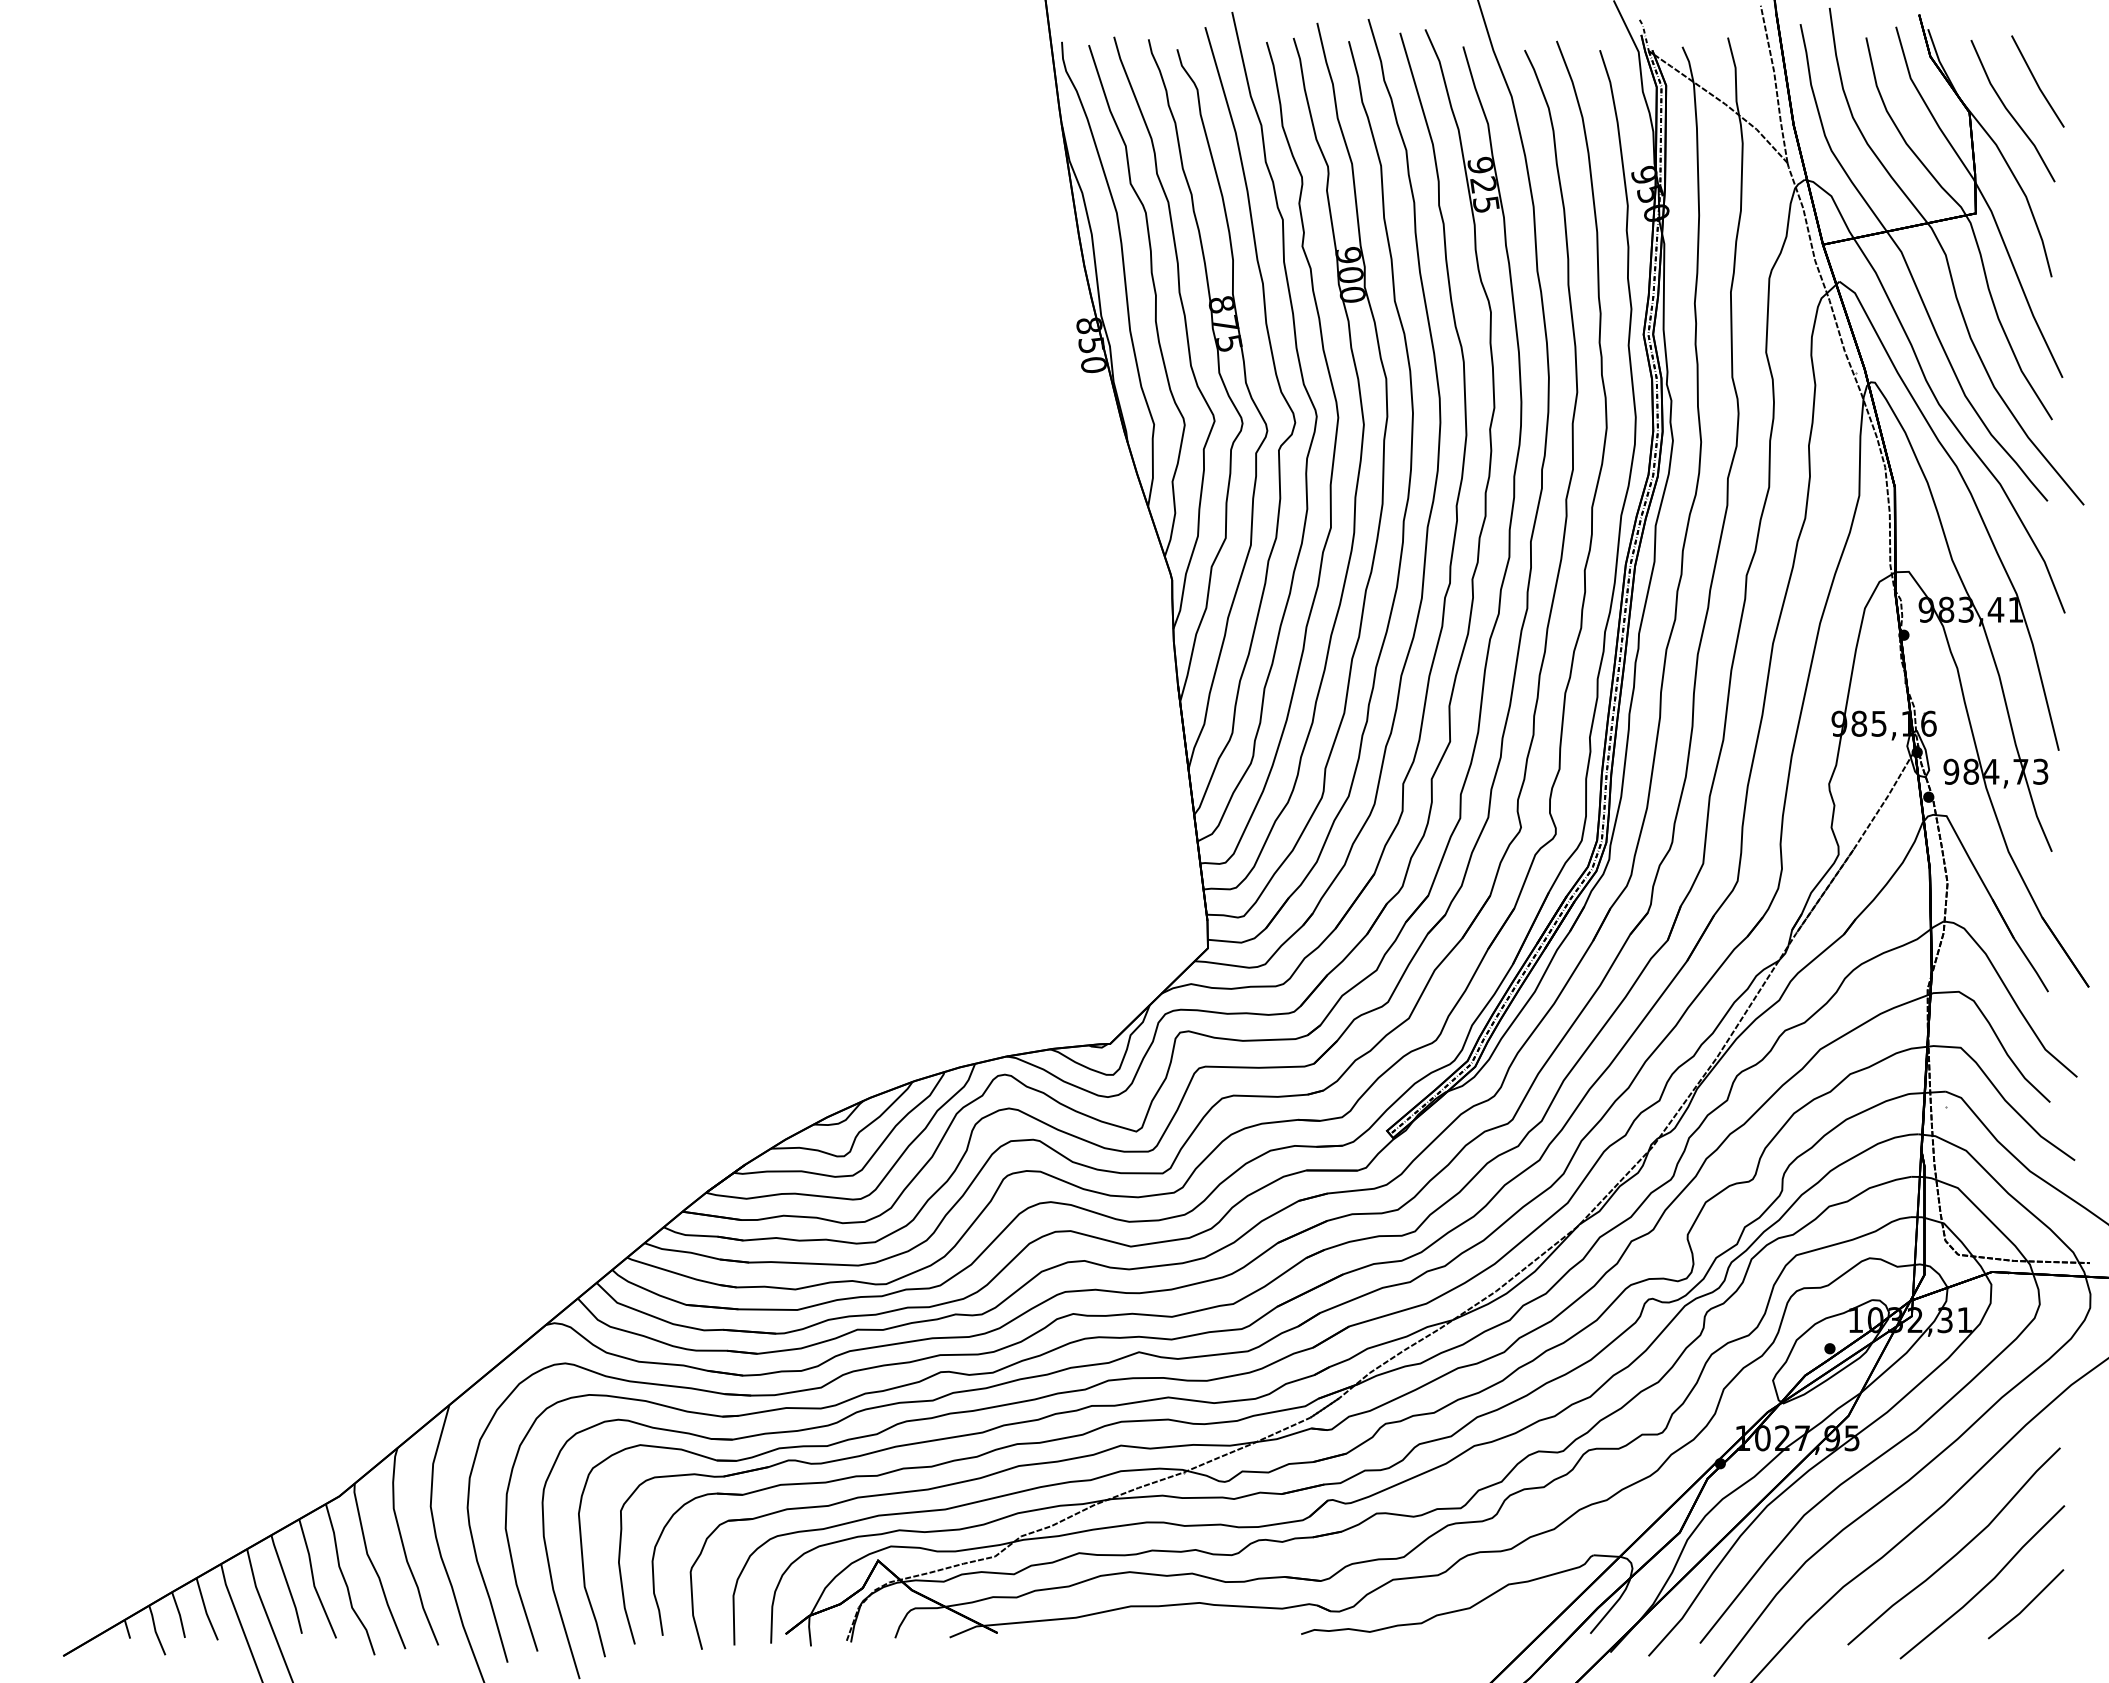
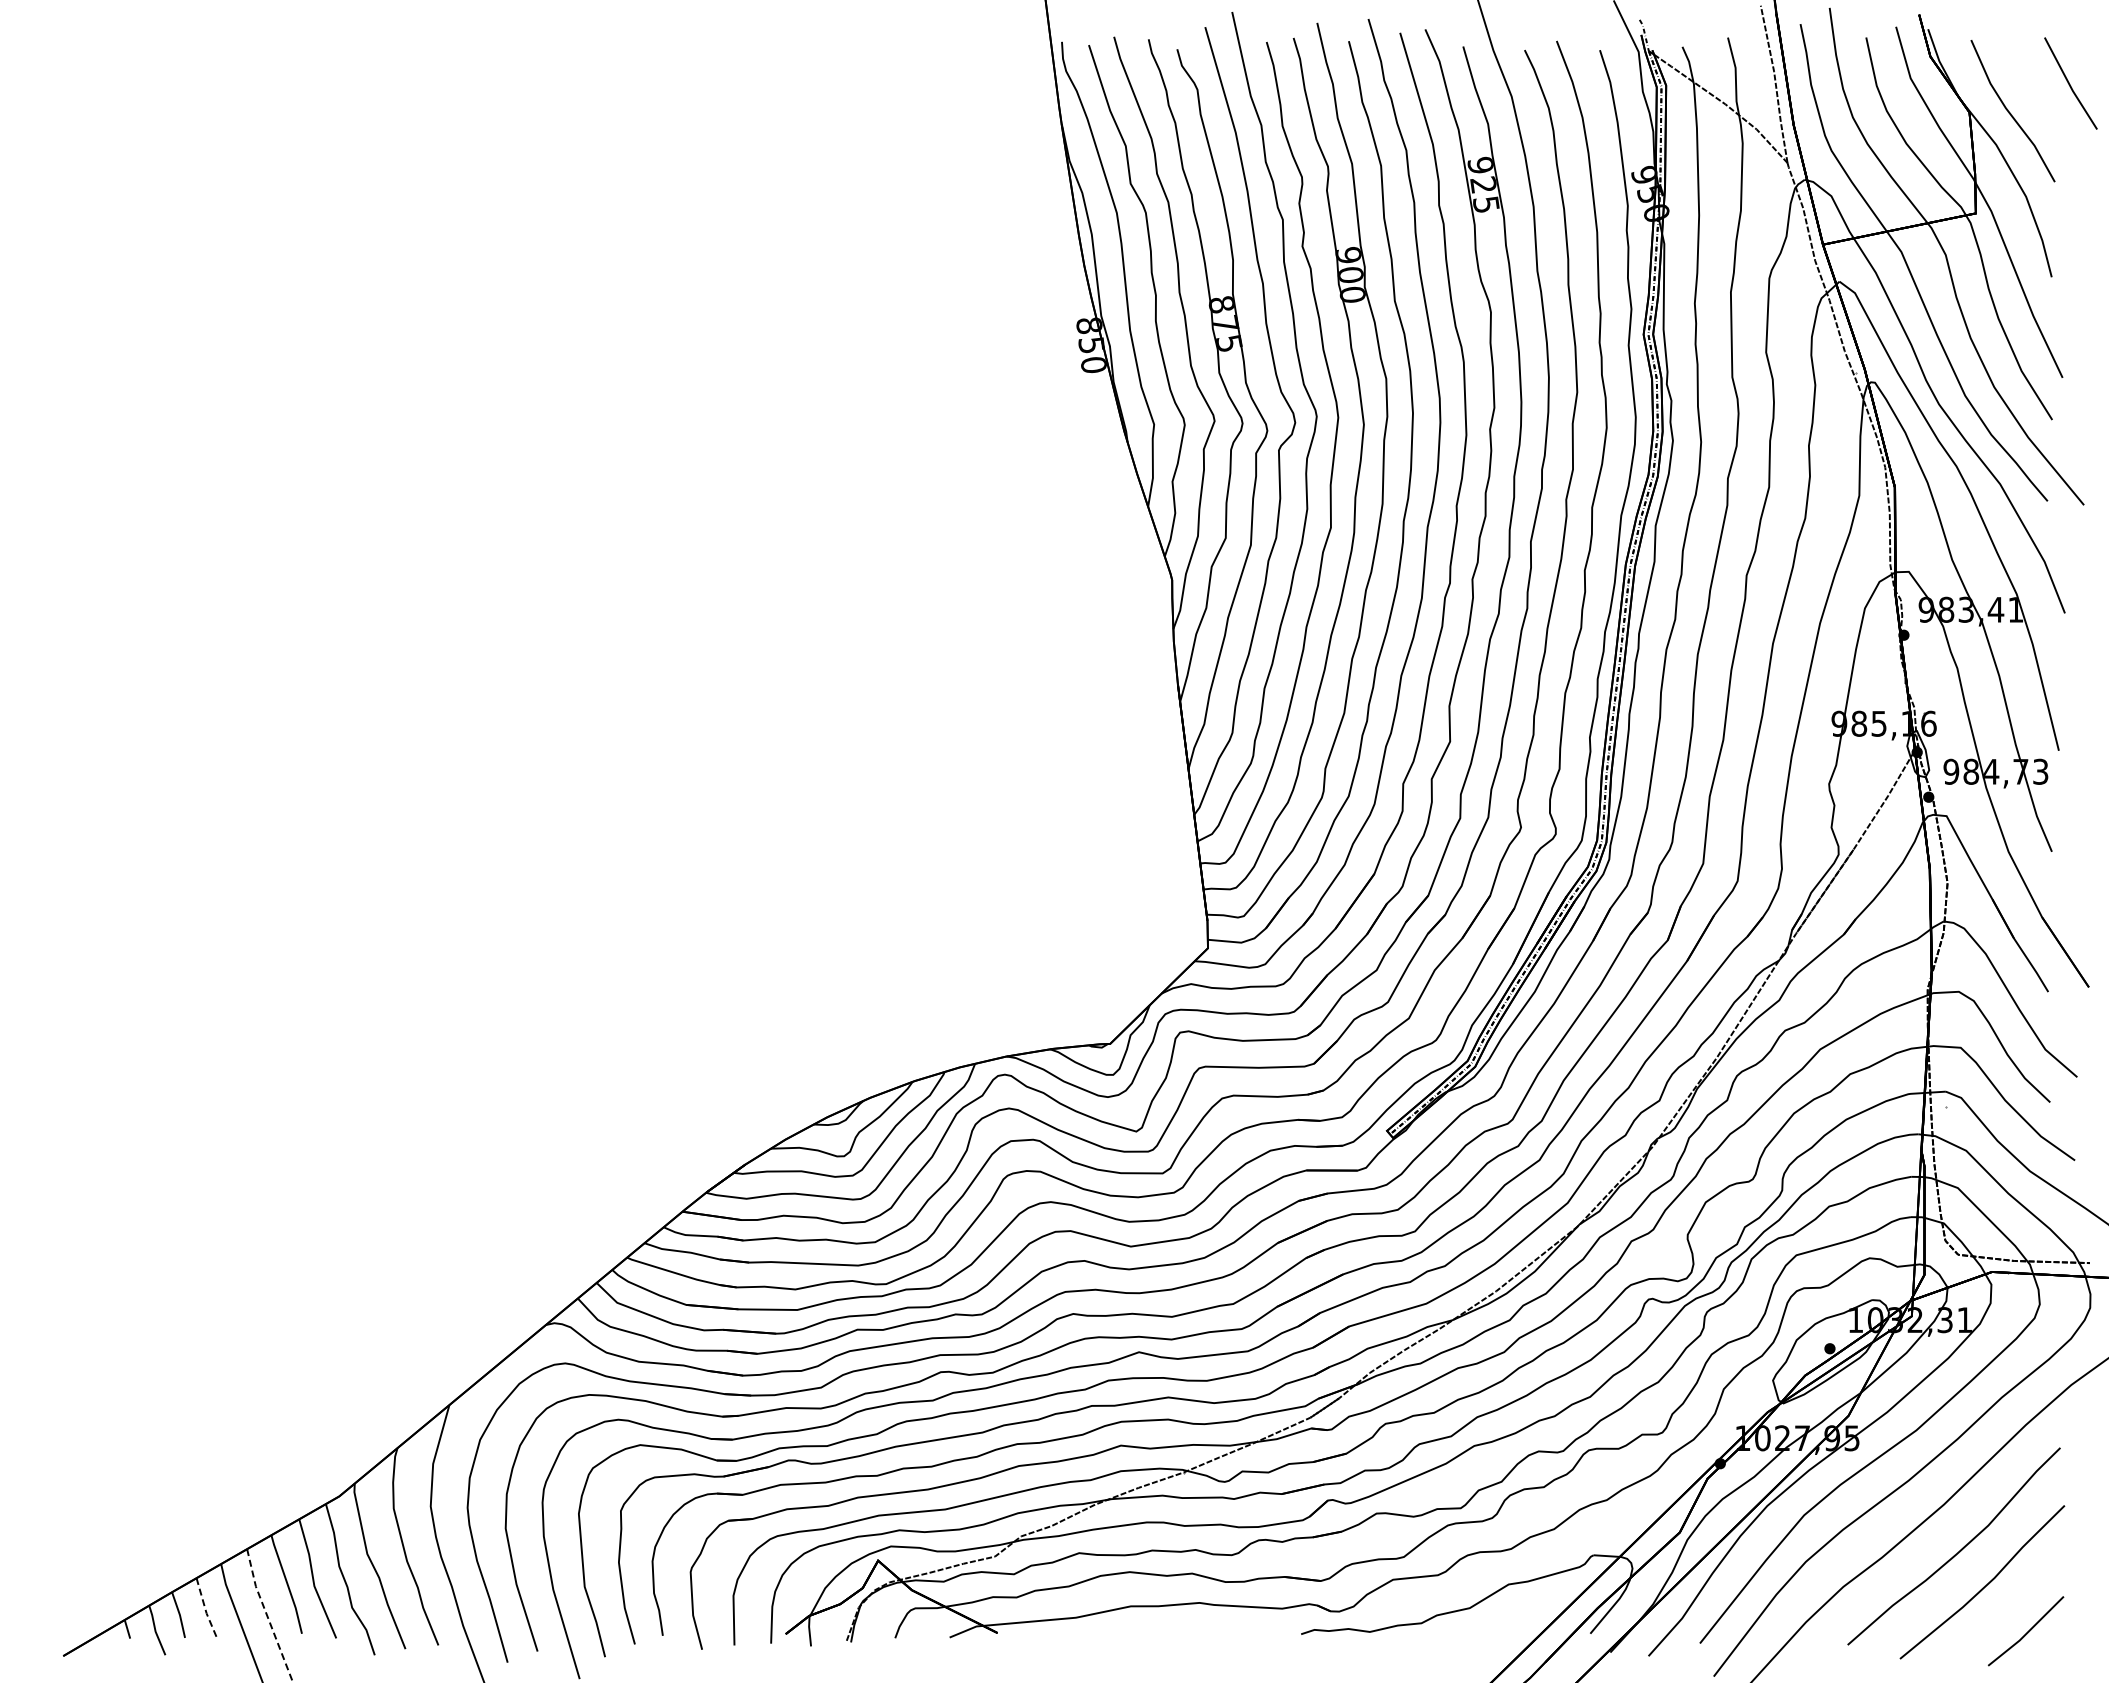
line at (2036, 81) position: (2036, 81) -> (2069, 83)
line at (2026, 1605) position: (2026, 1605) -> (2026, 1632)
line at (205, 1610): solid -> dashed
line at (267, 1616): solid -> dashed
